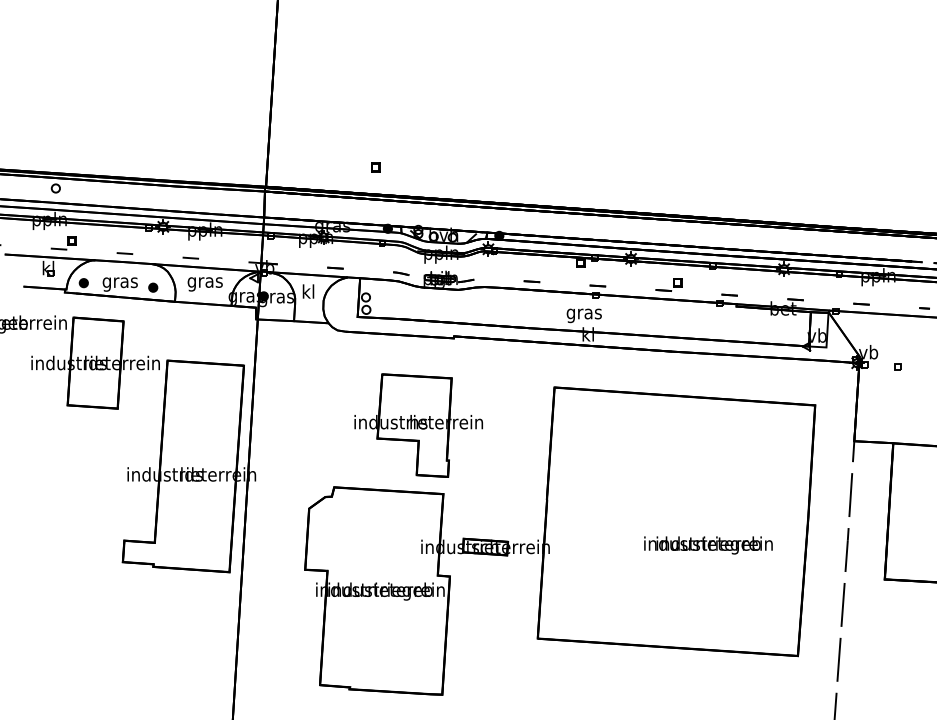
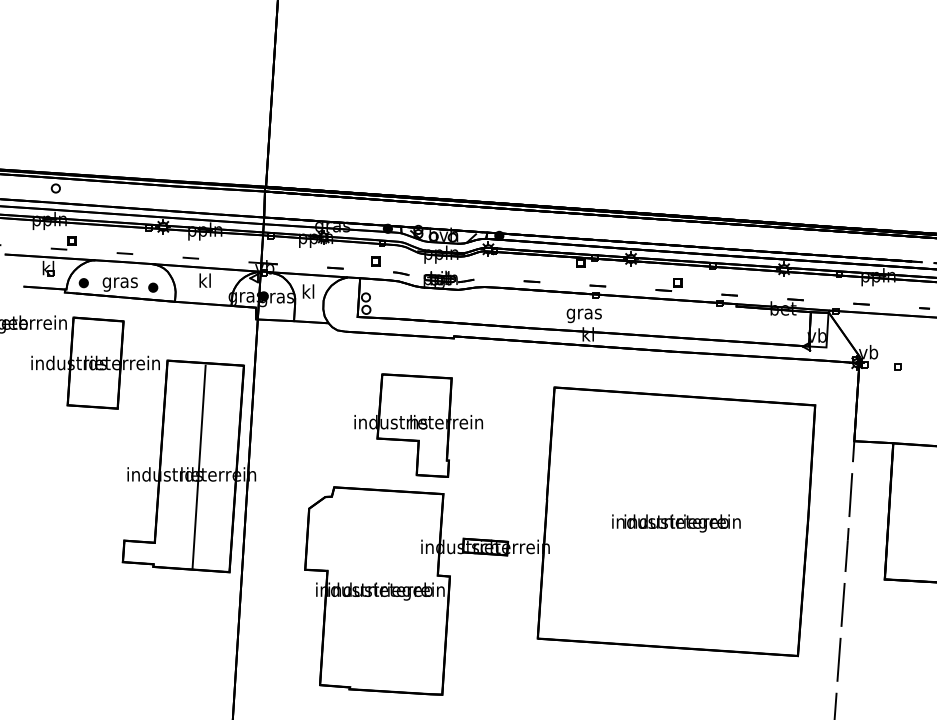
part at (375, 167) position: (375, 167) -> (375, 261)
text at (204, 282): gras -> kl
line at (198, 466): none -> present
text at (708, 545) position: (708, 545) -> (676, 523)
